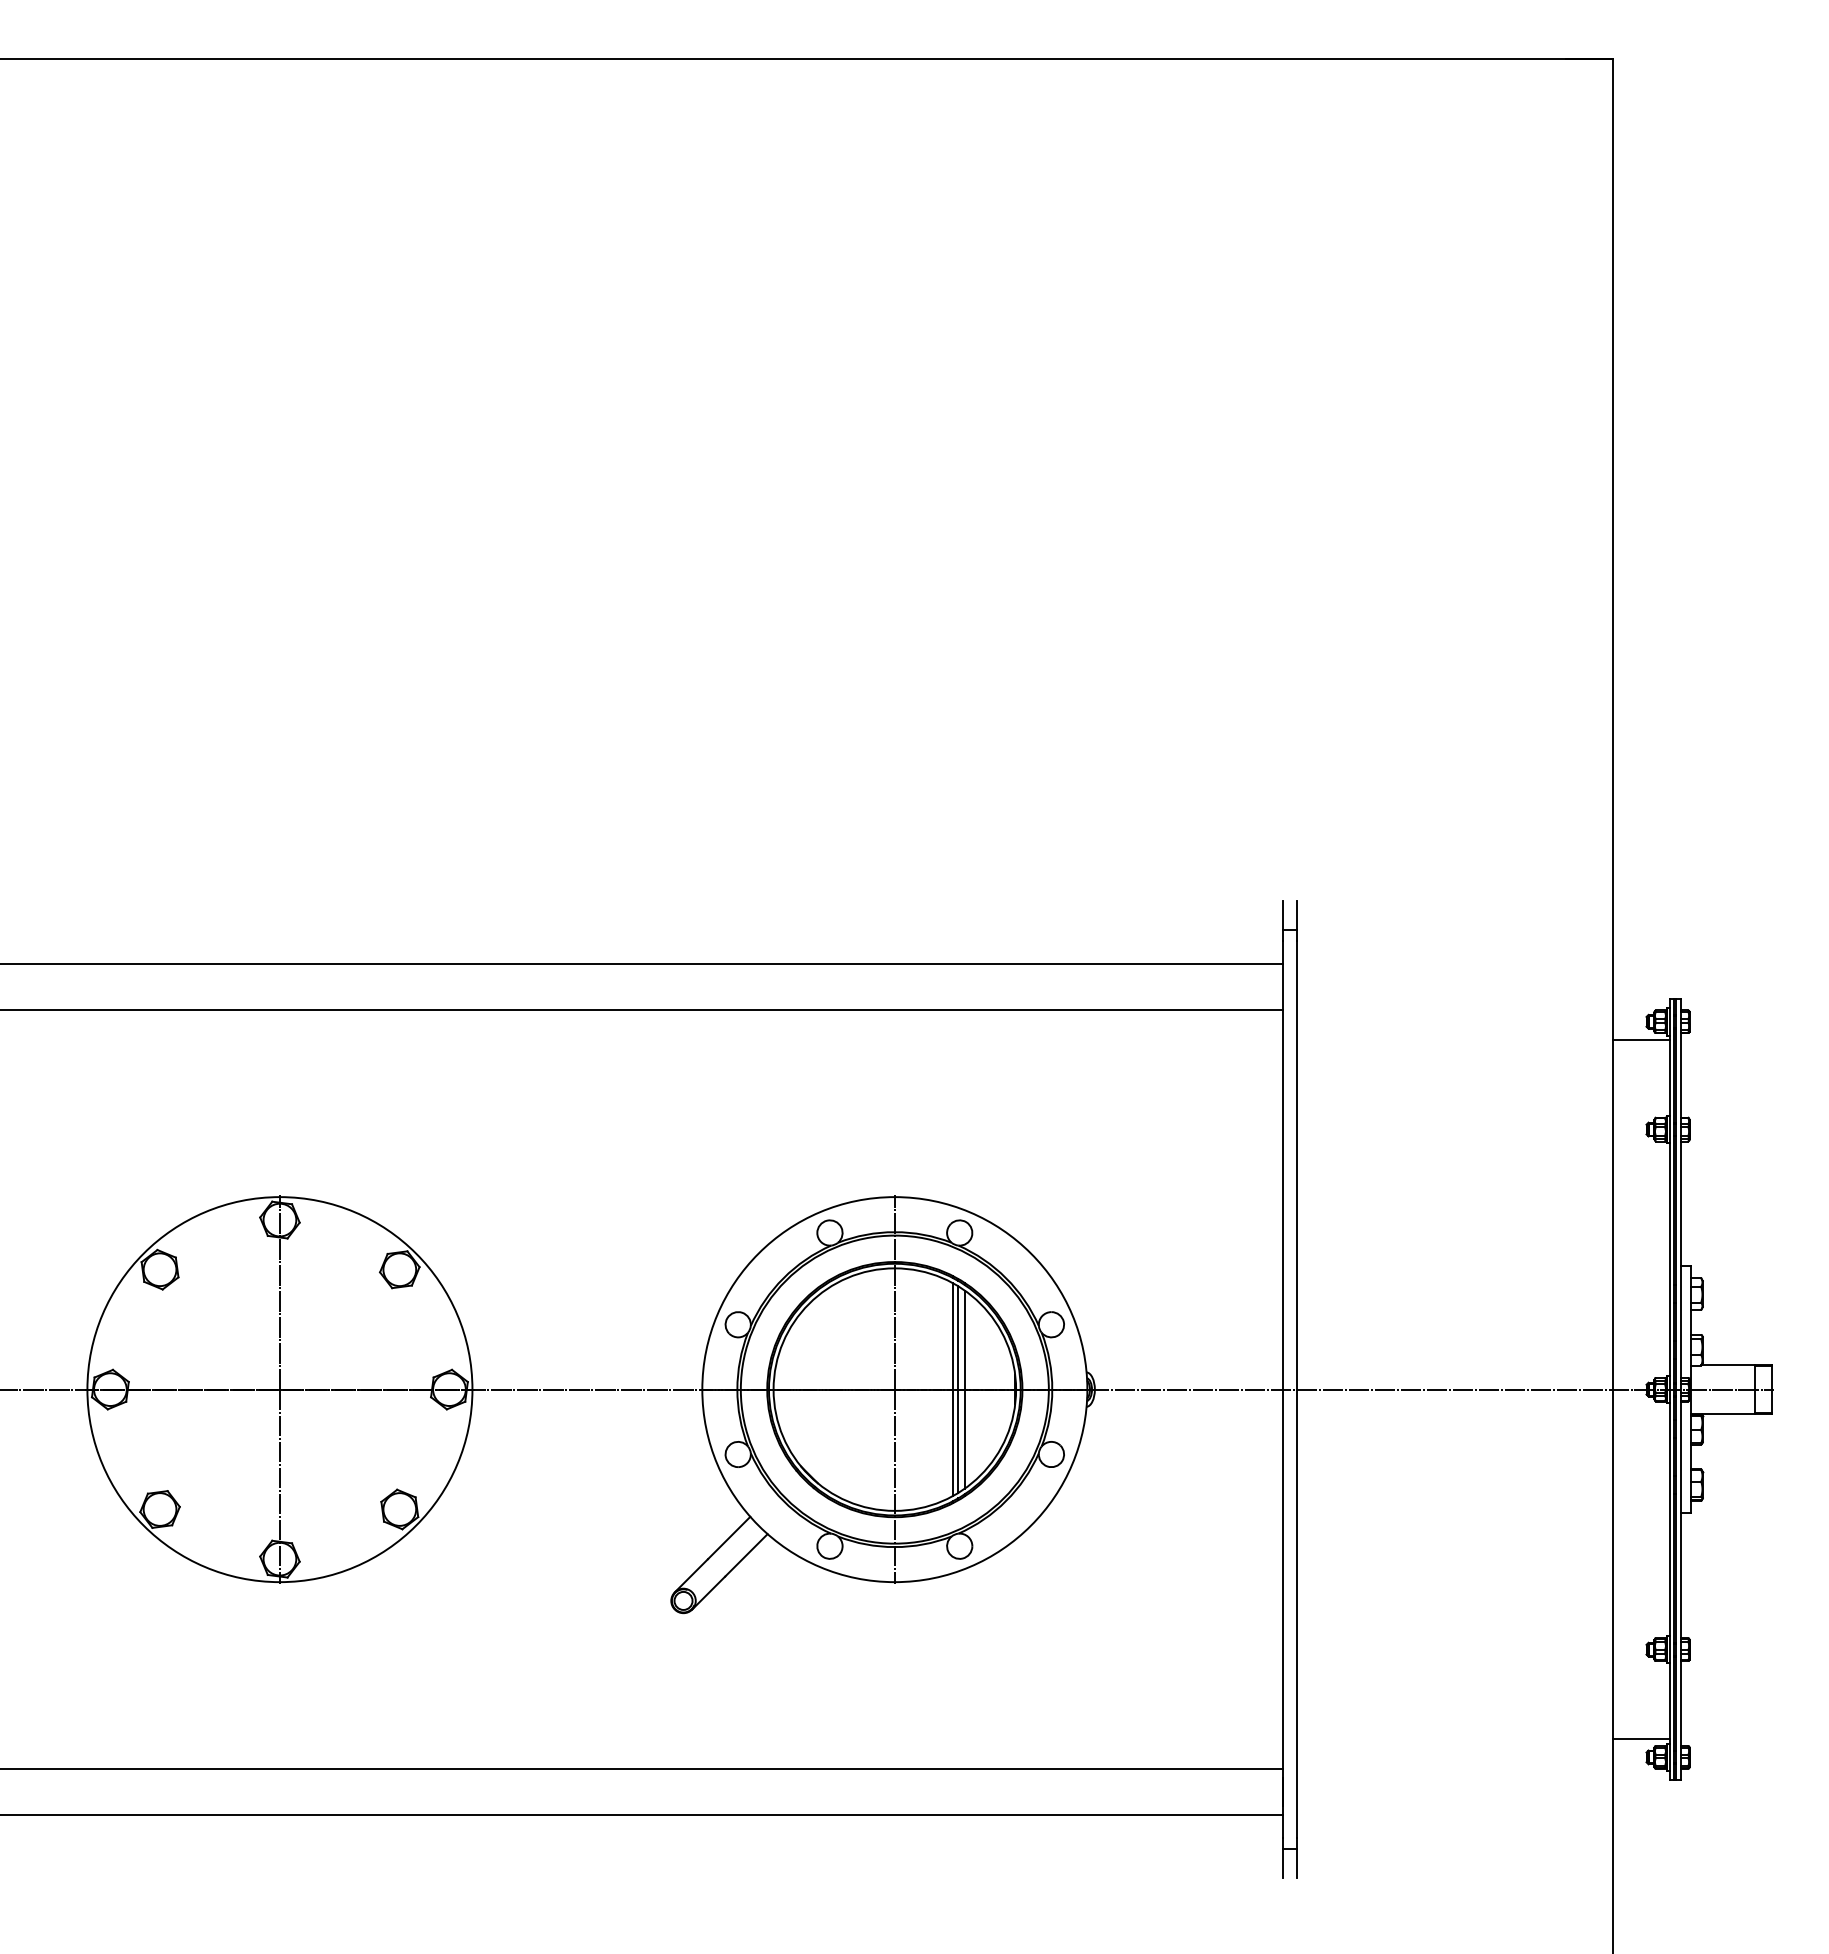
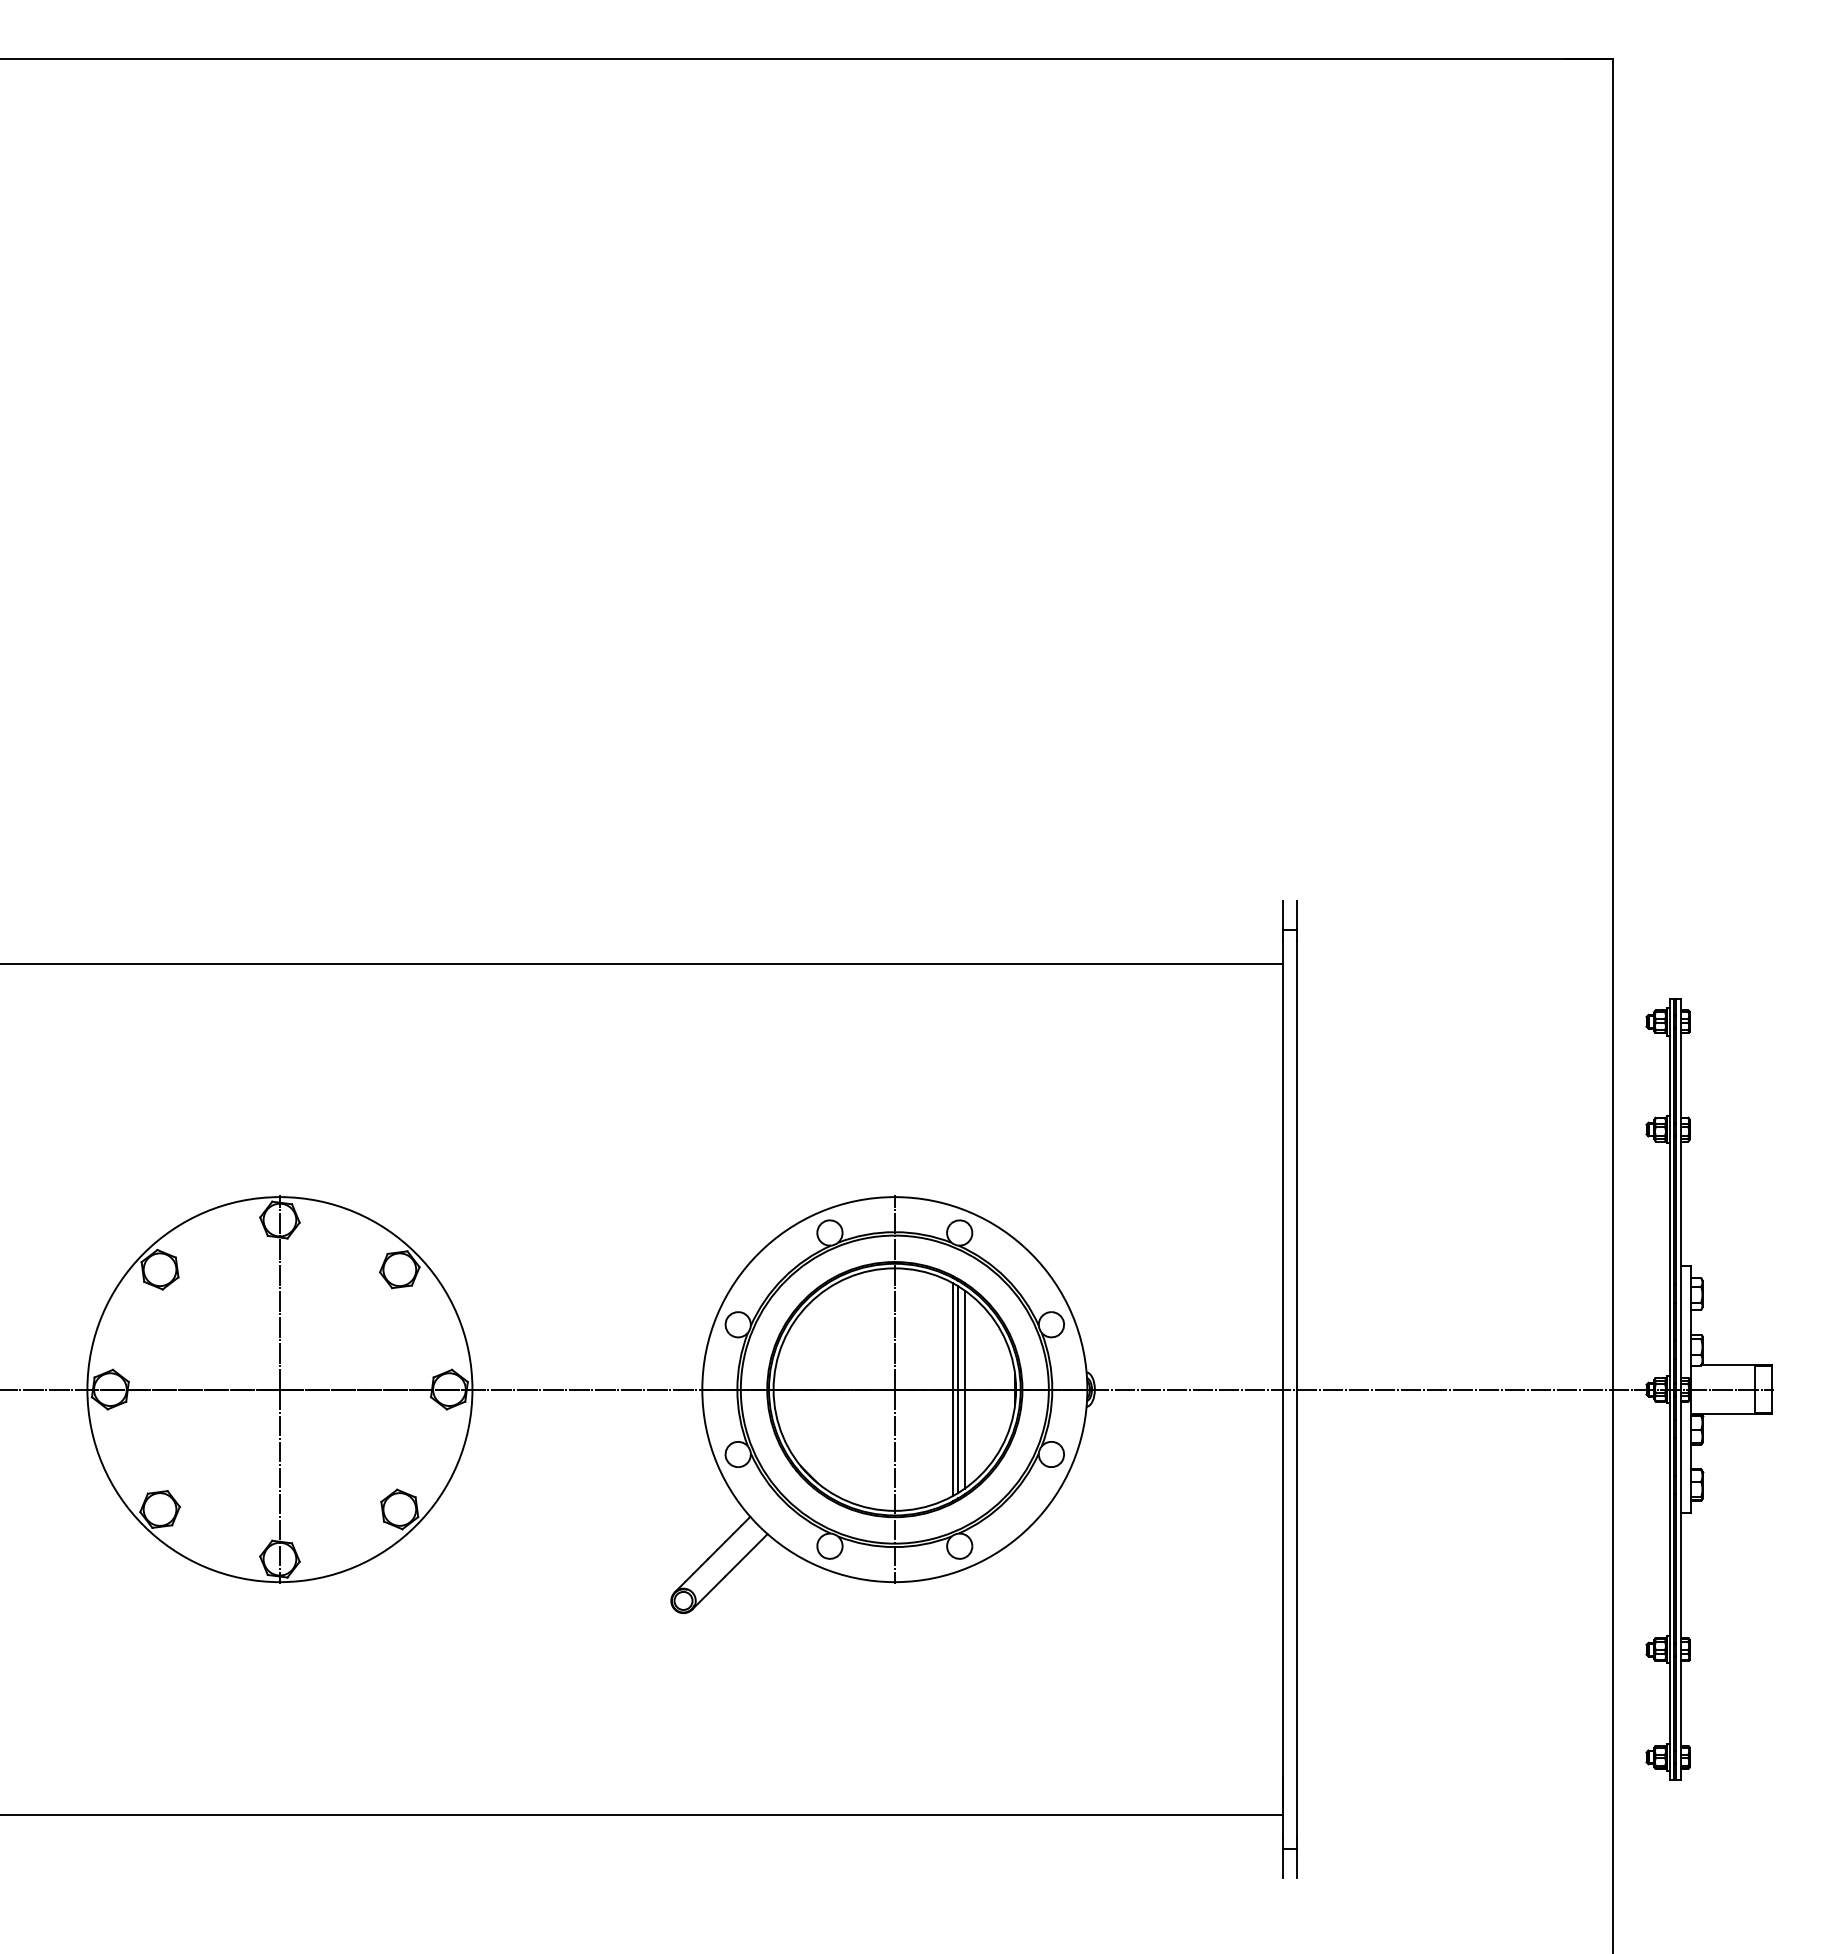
line at (642, 1010): present -> none
line at (1640, 1040): present -> none
line at (1640, 1739): present -> none
line at (642, 1768): present -> none
